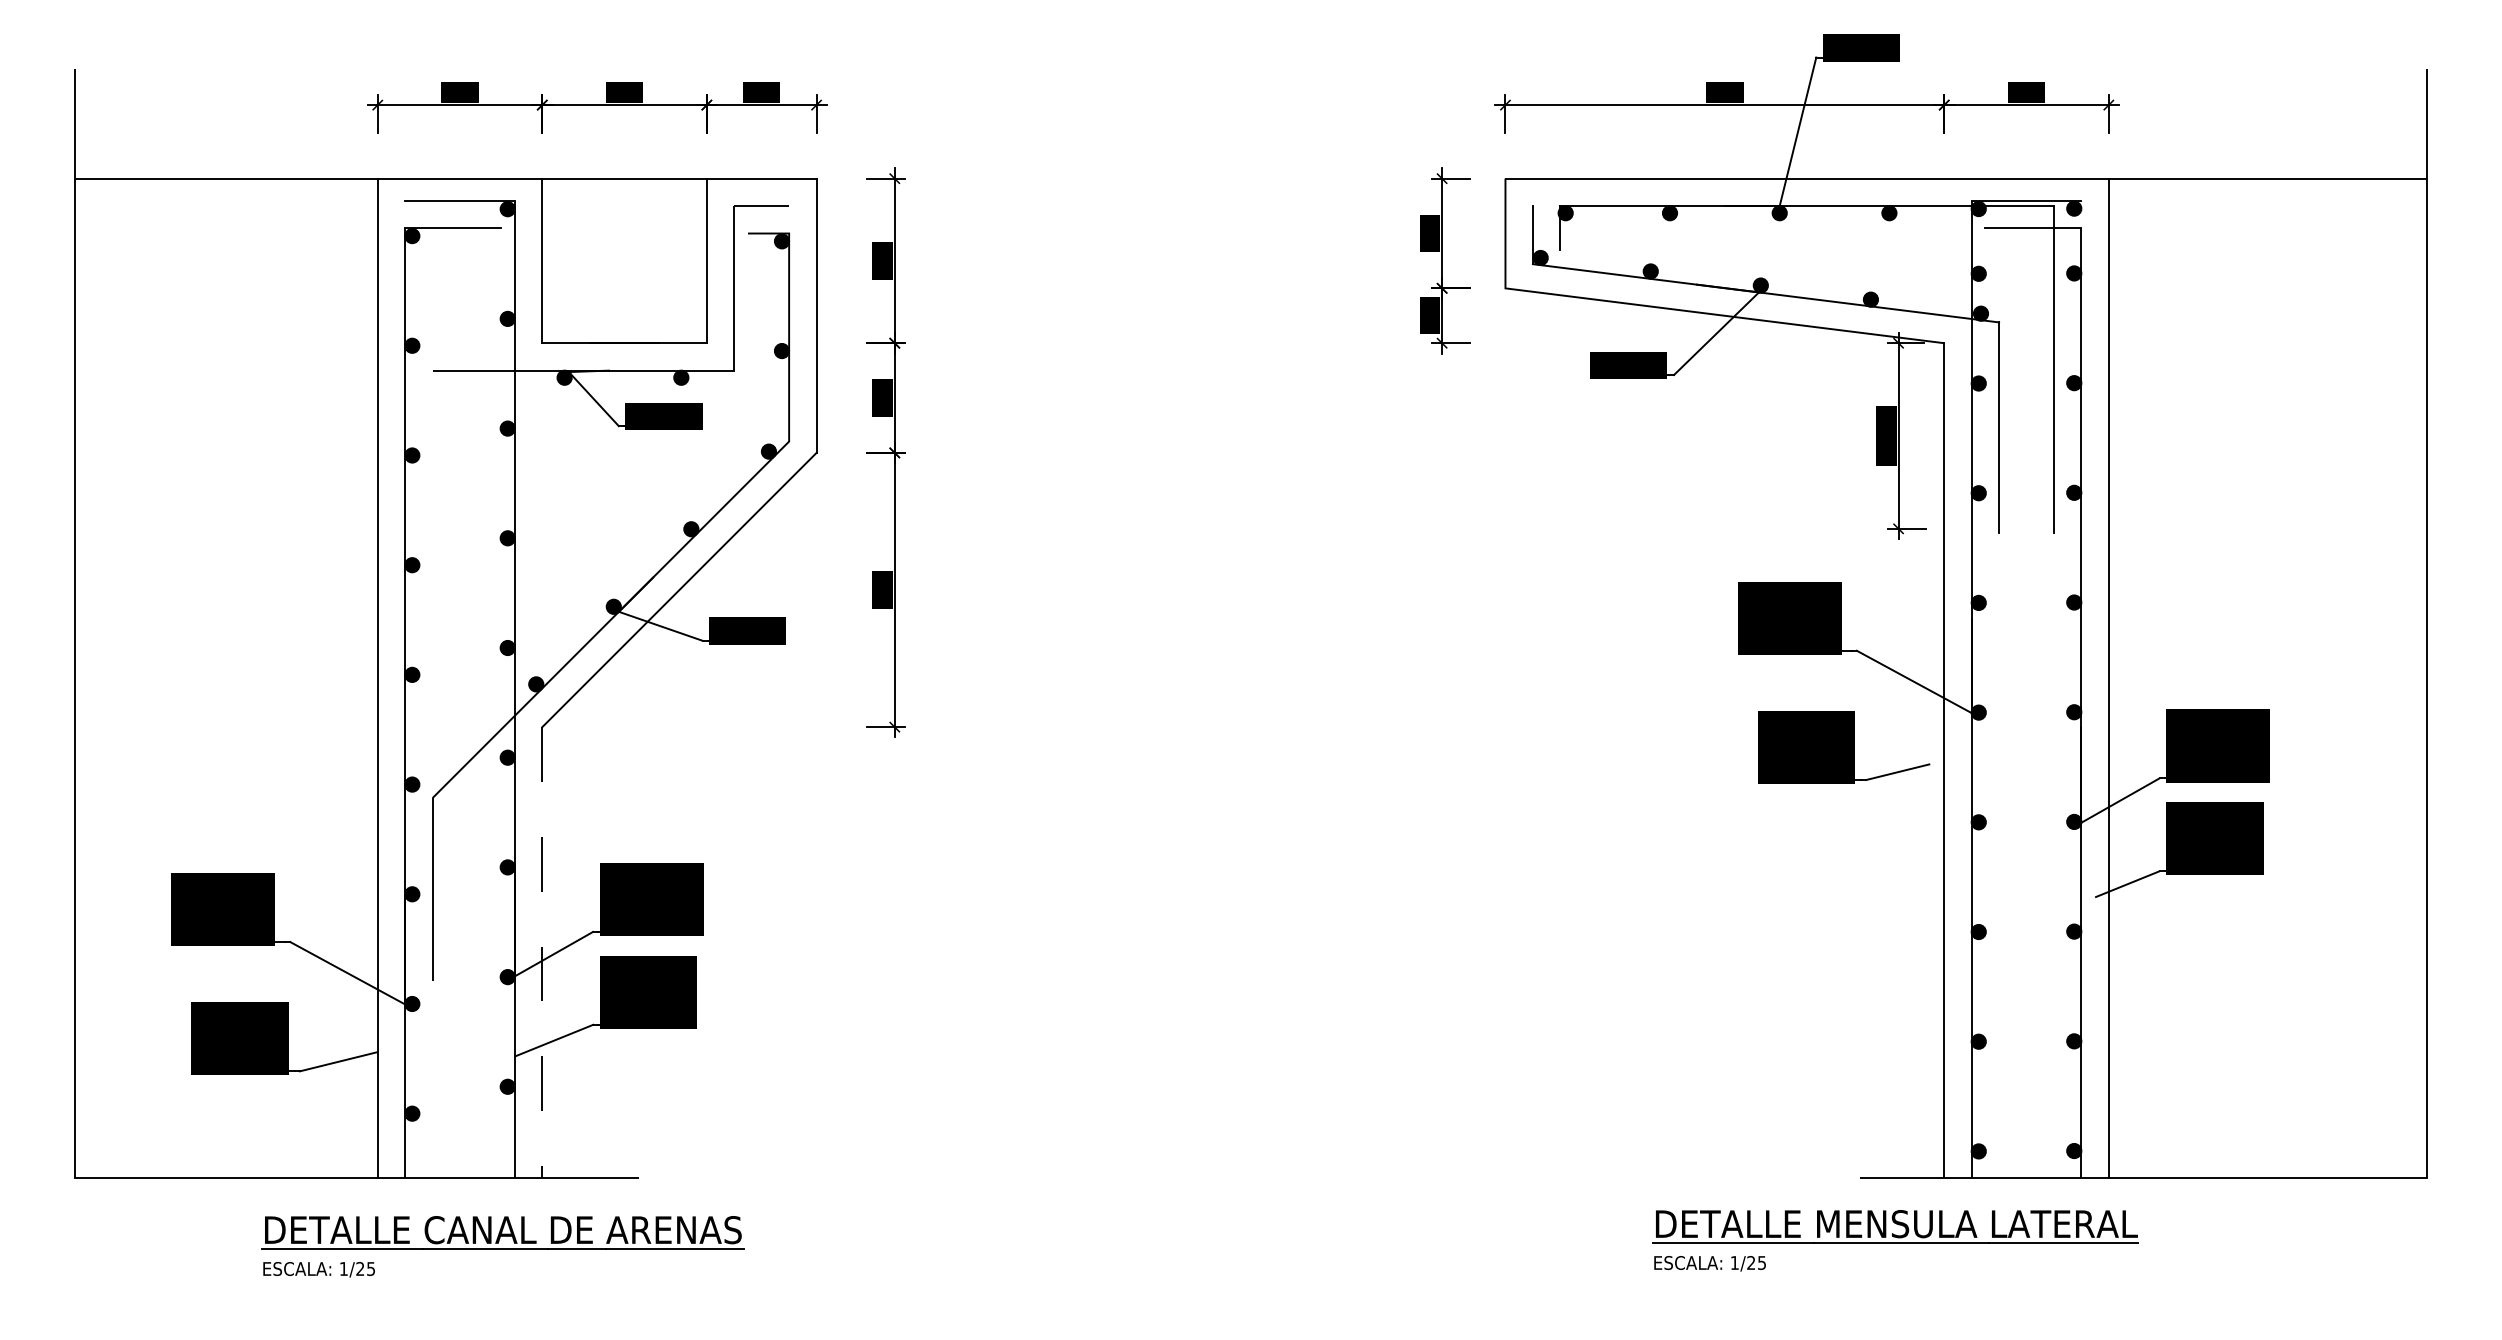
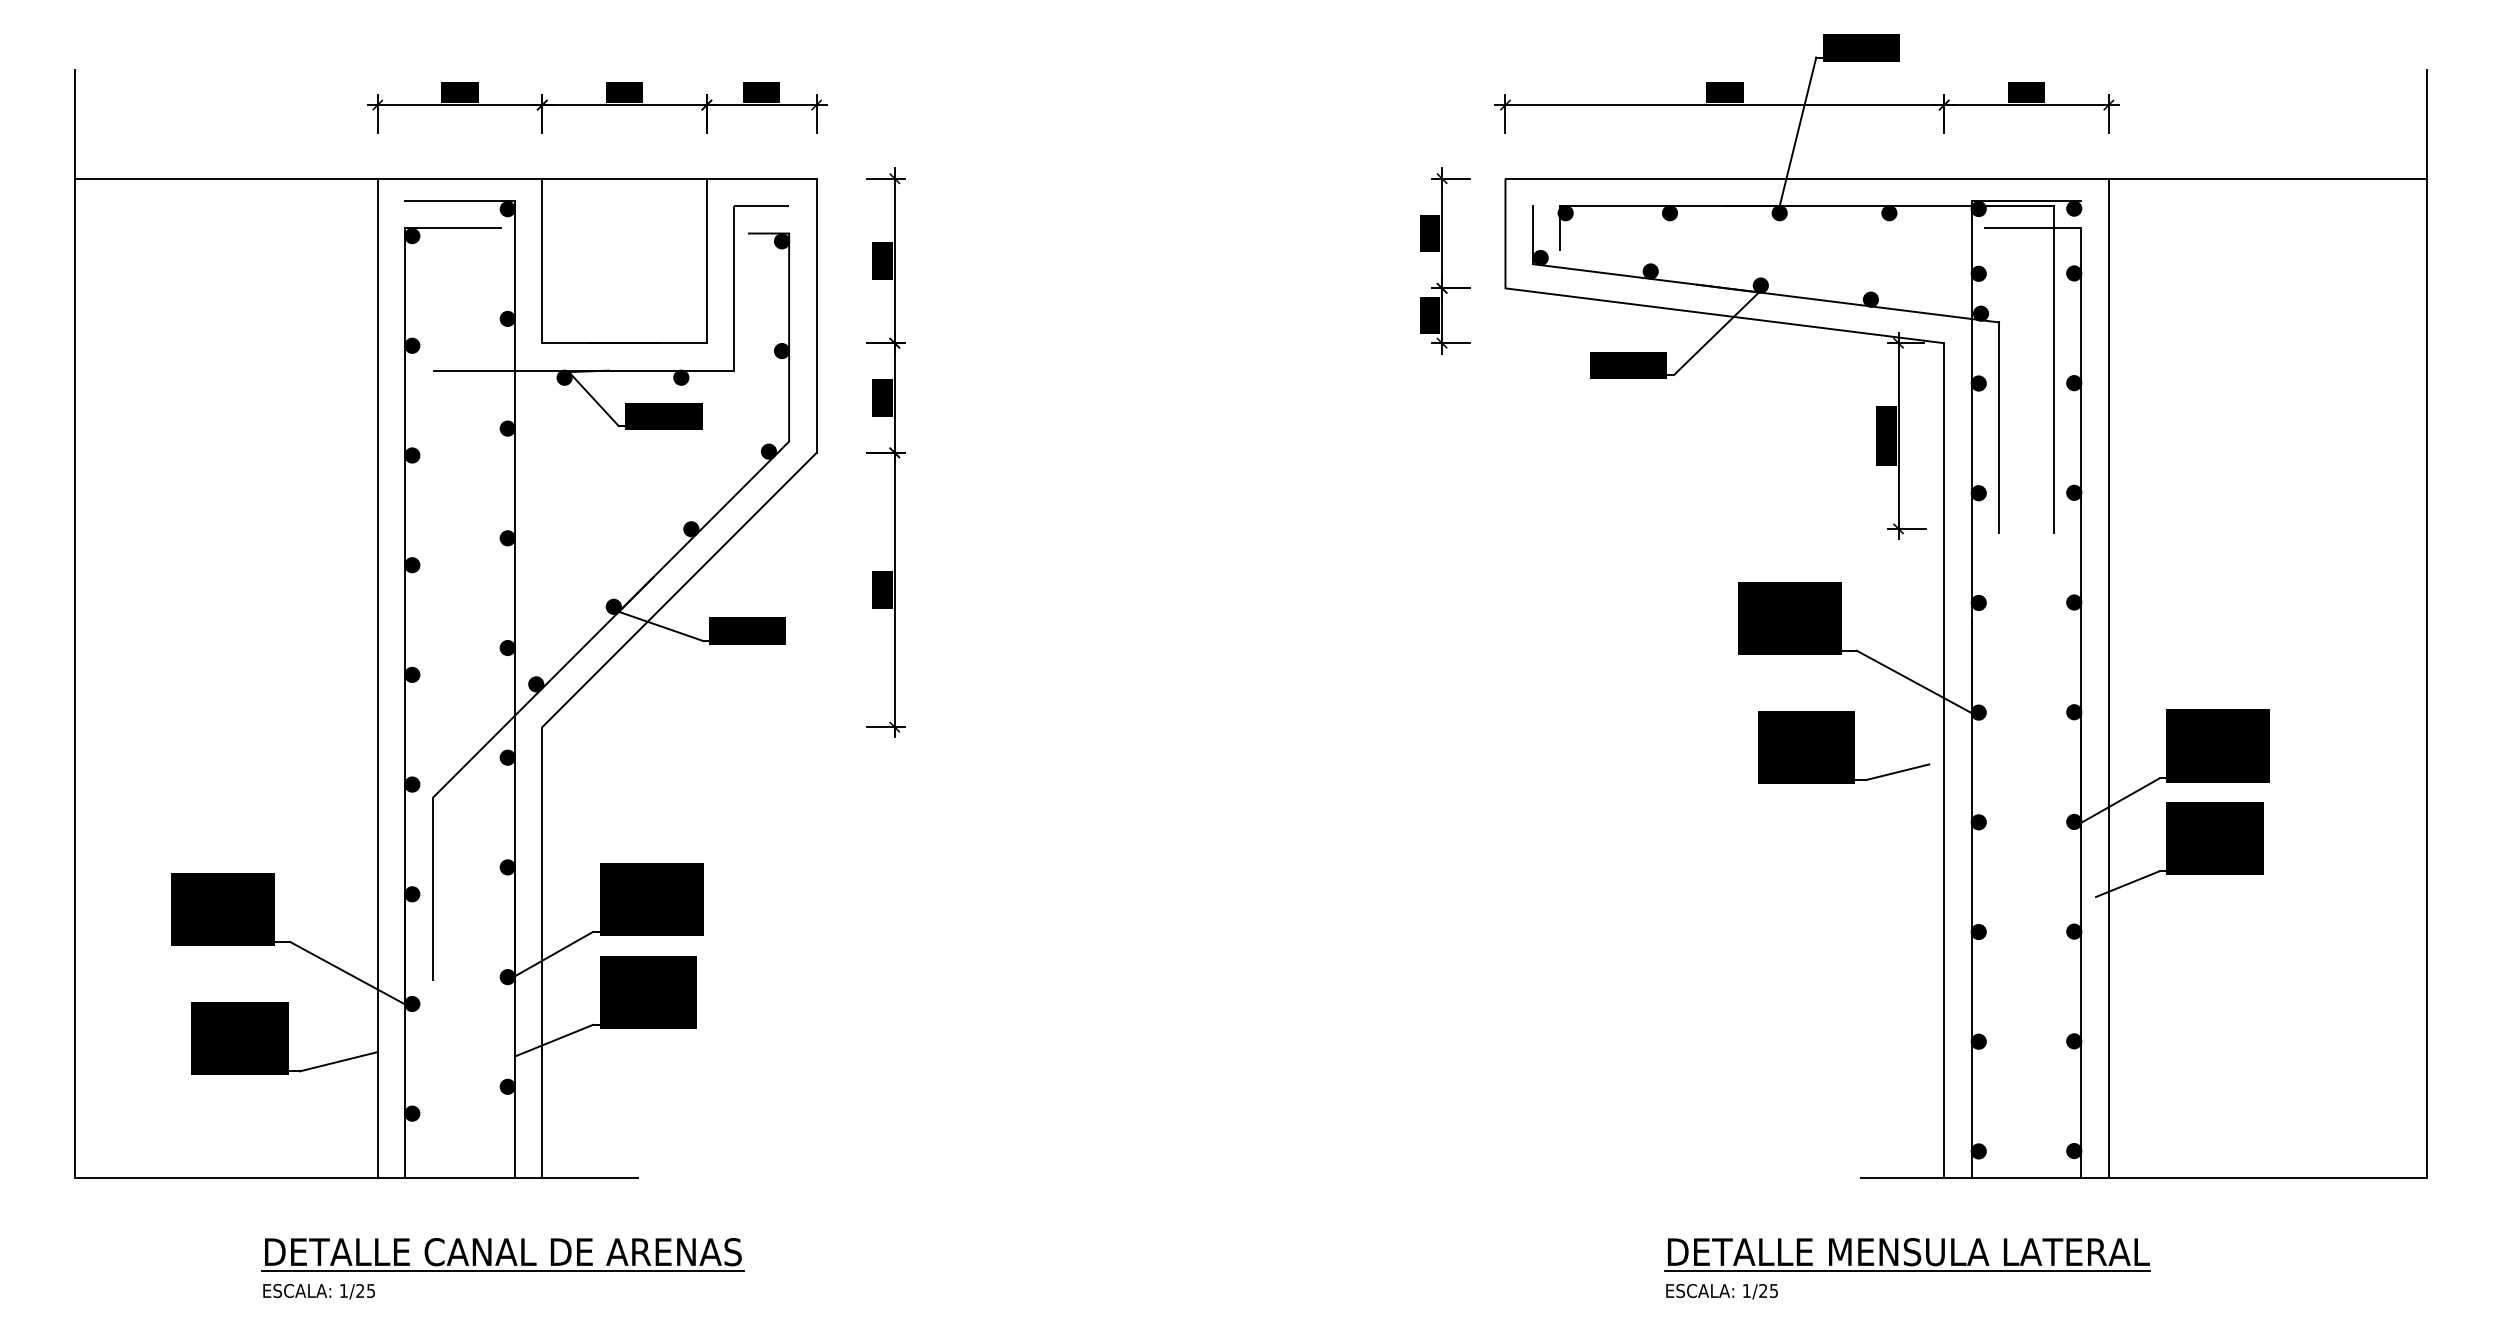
line at (542, 952): dashed -> solid
part at (1895, 1240) position: (1895, 1240) -> (1907, 1268)
part at (502, 1246) position: (502, 1246) -> (502, 1268)
